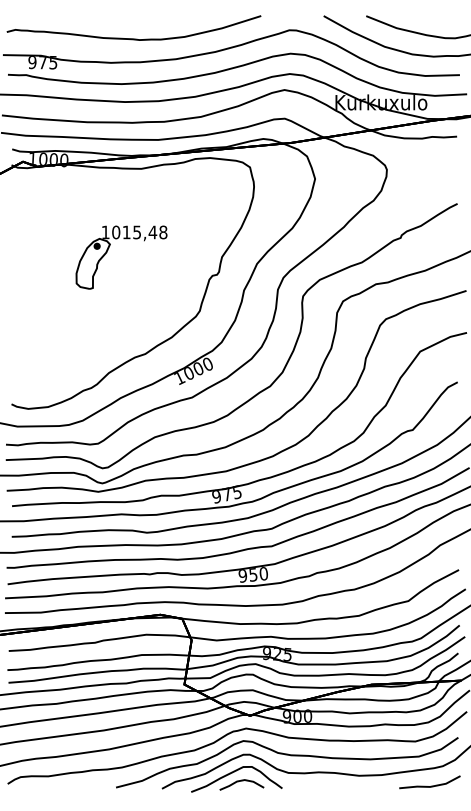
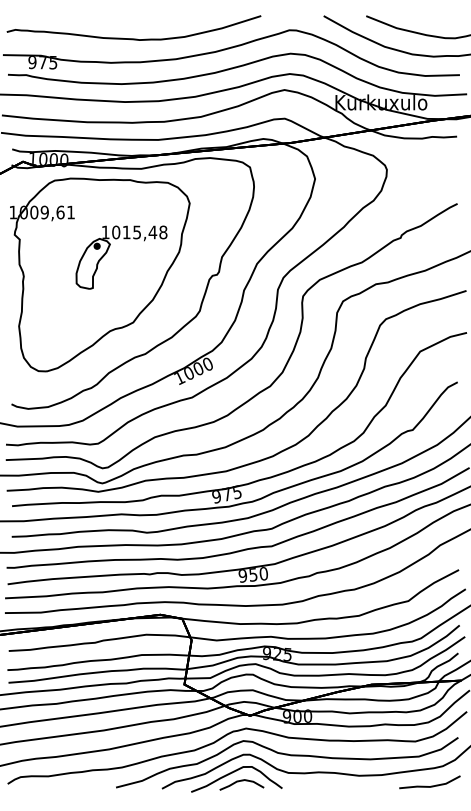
part at (100, 274): none -> present
